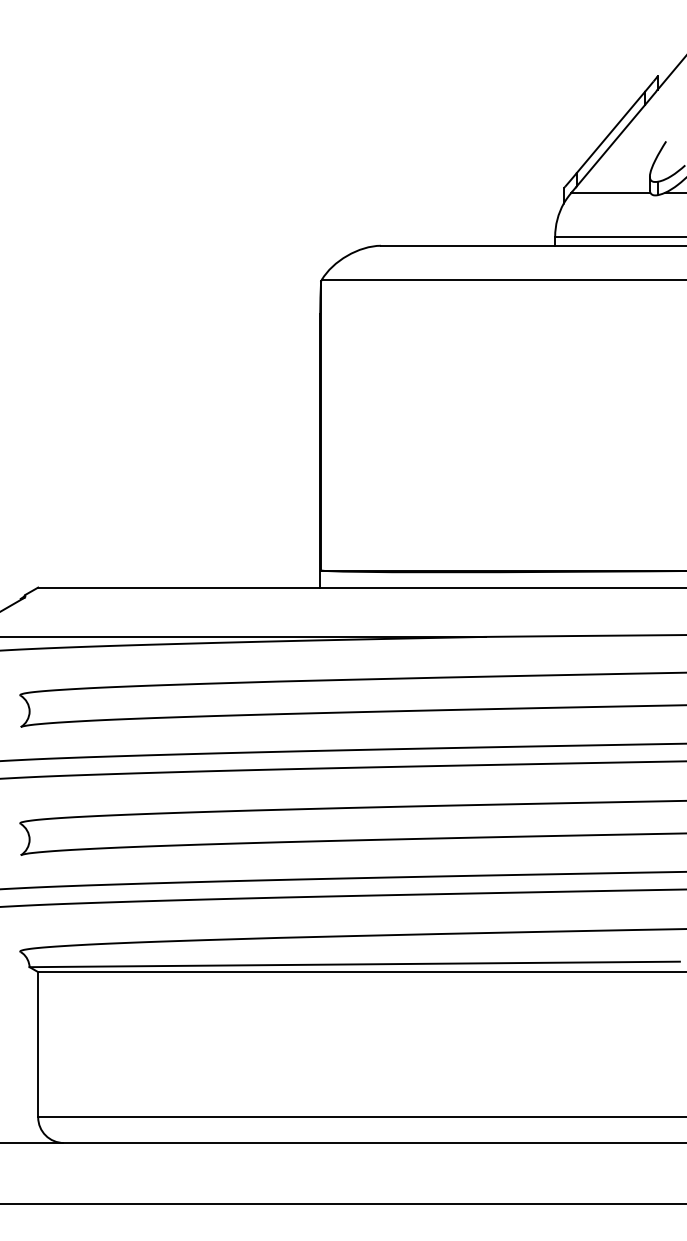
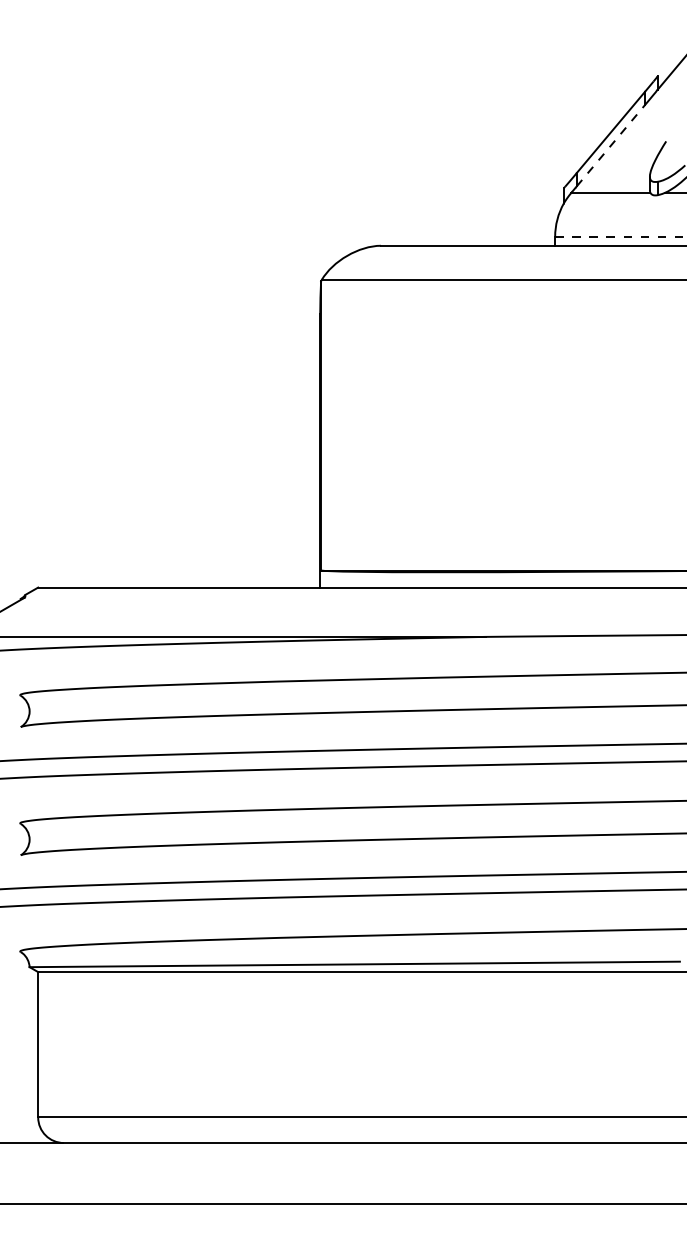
line at (611, 145): solid -> dashed
line at (620, 236): solid -> dashed
